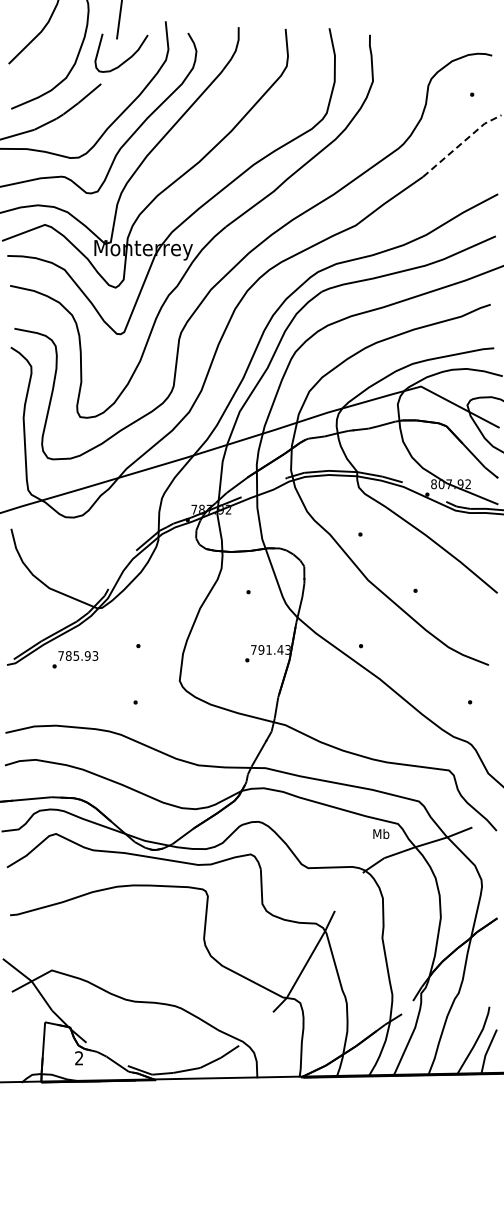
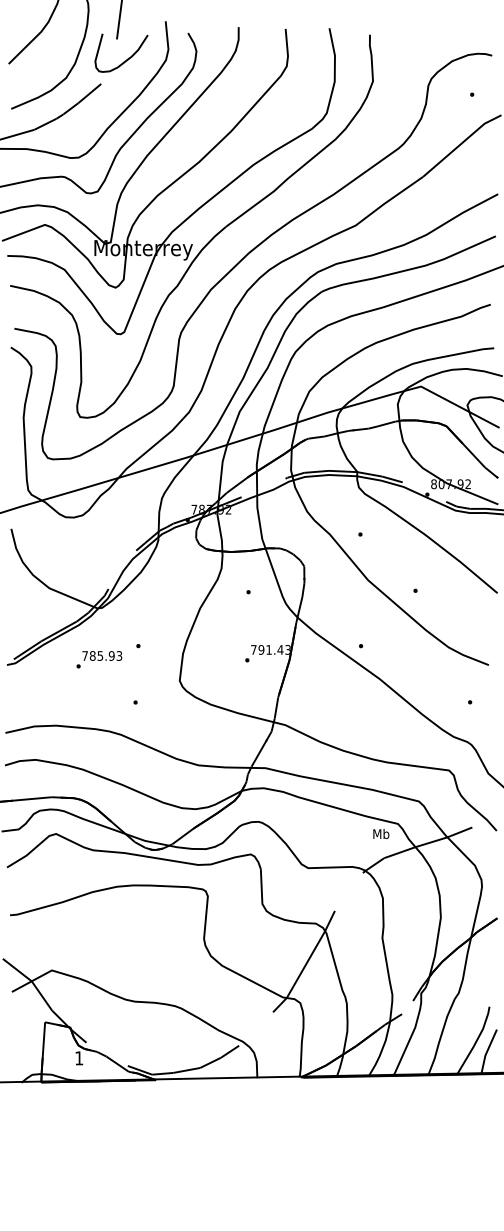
line at (461, 143): dashed -> solid
text at (75, 659) position: (75, 659) -> (99, 659)
text at (79, 1058): 2 -> 1
